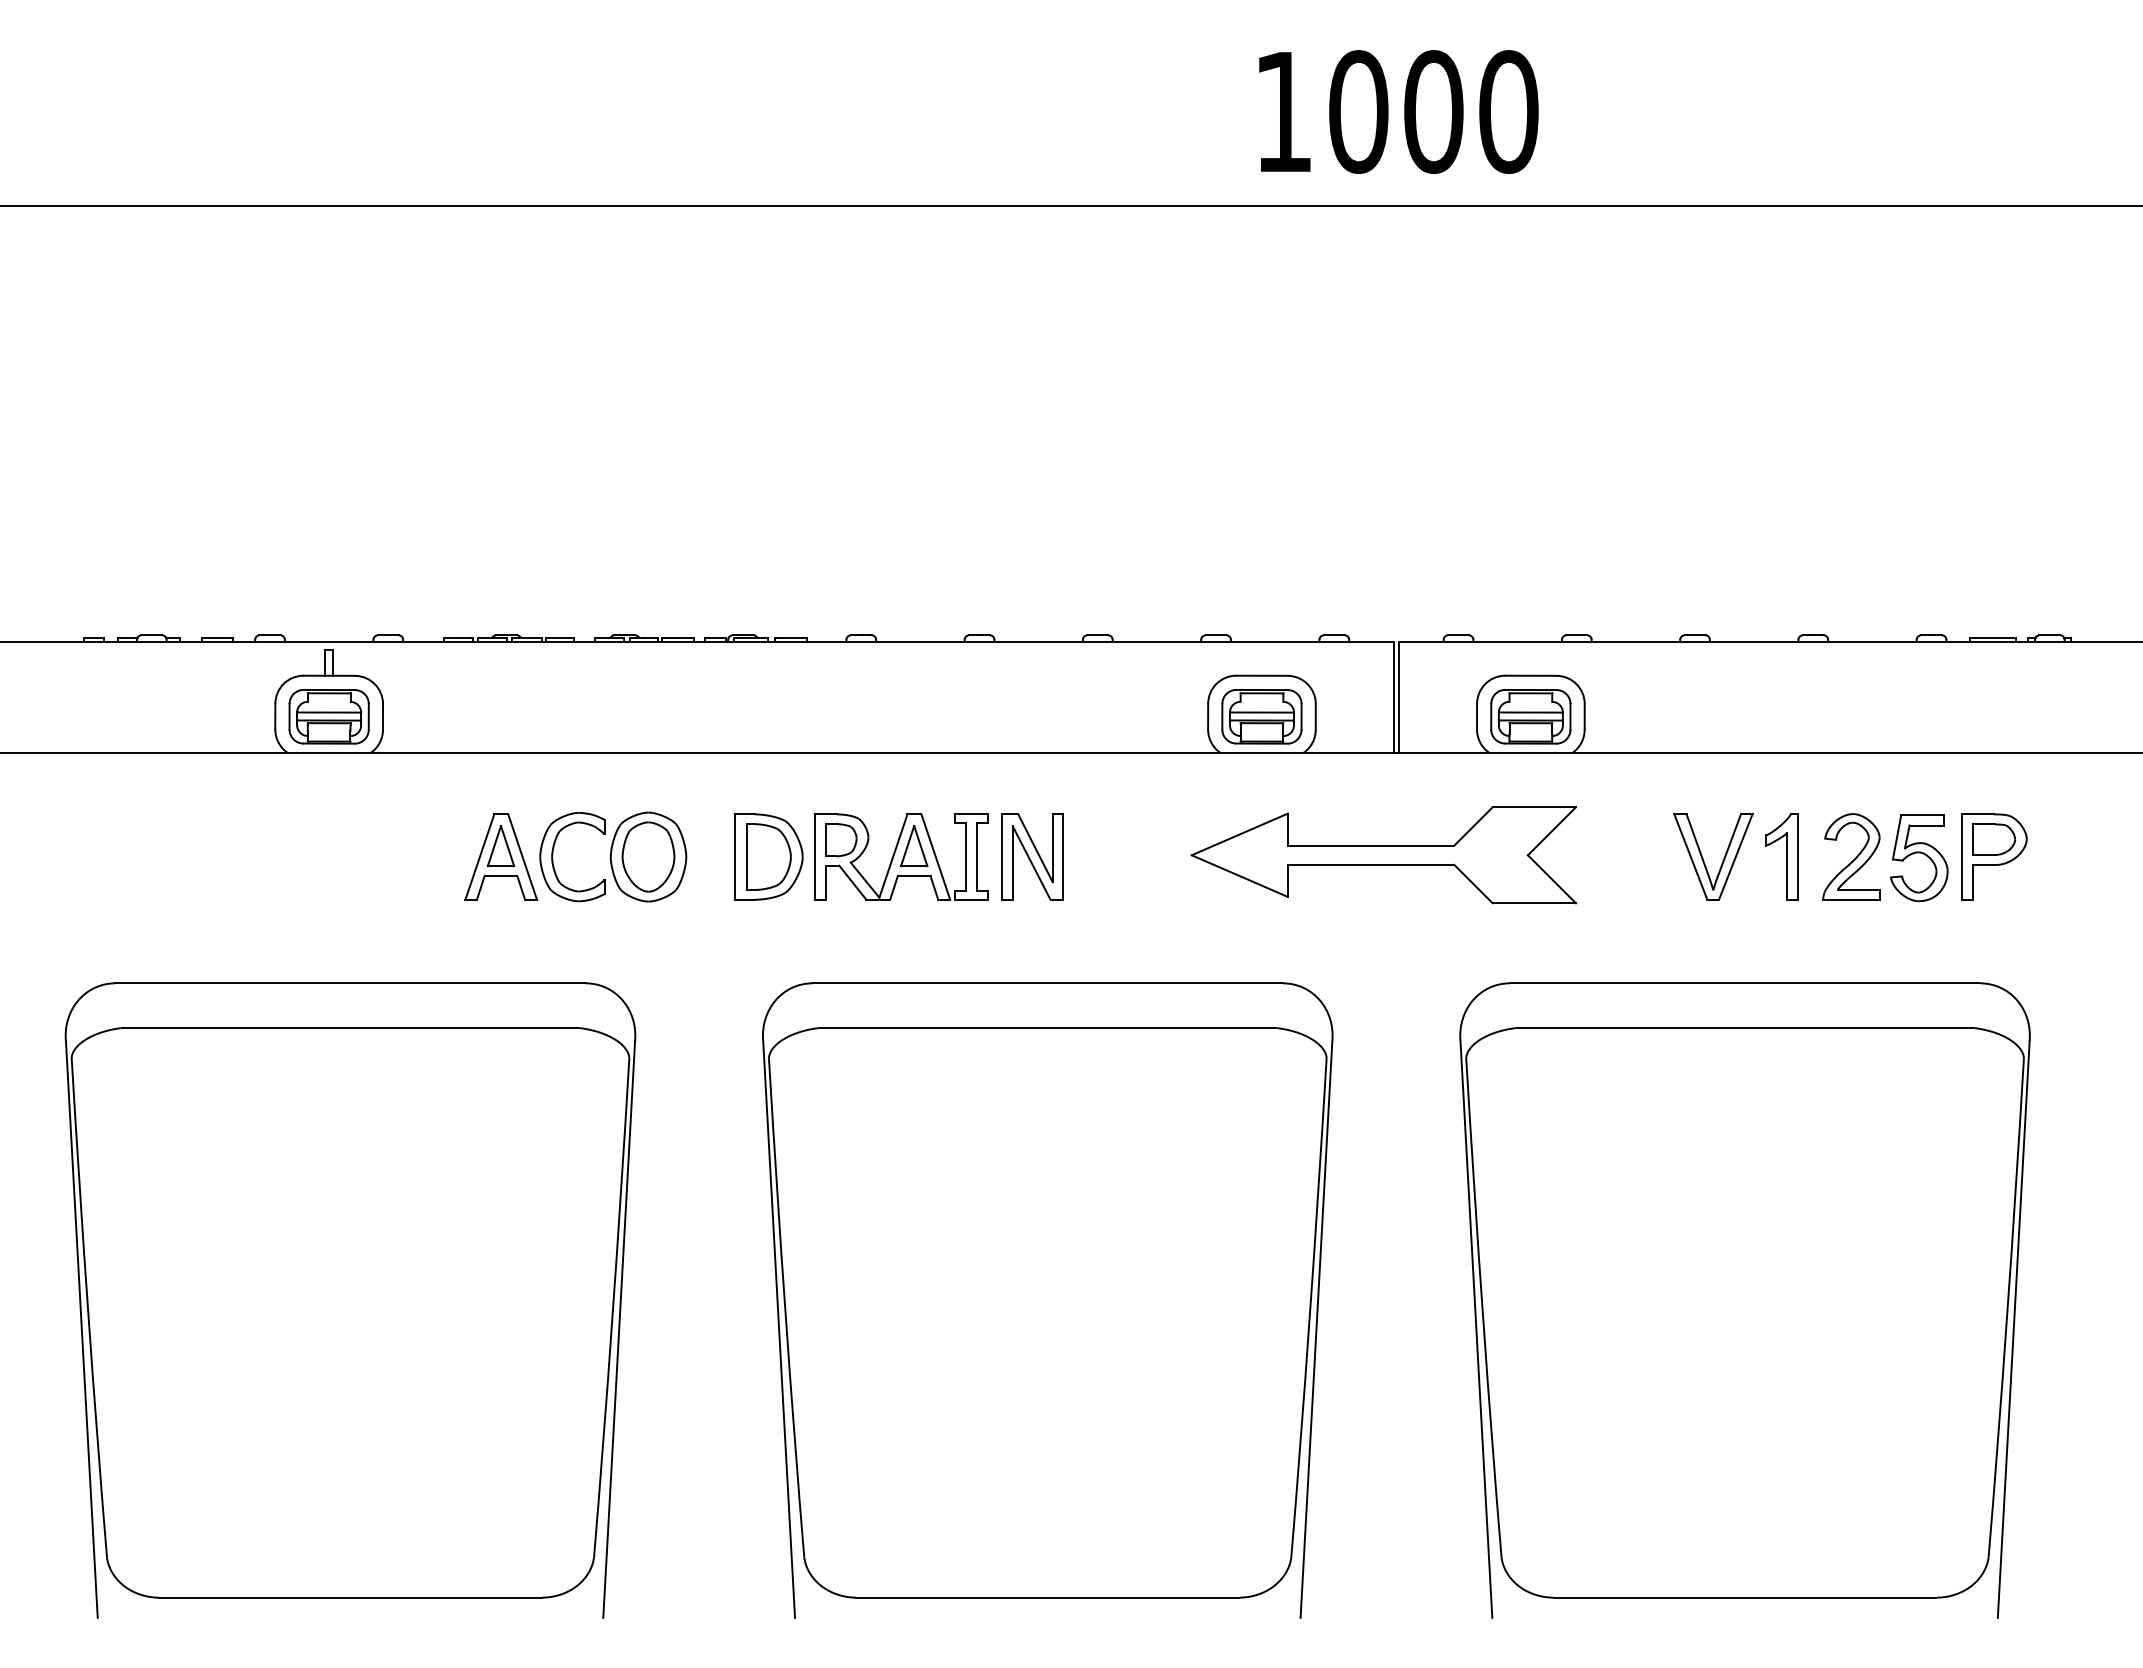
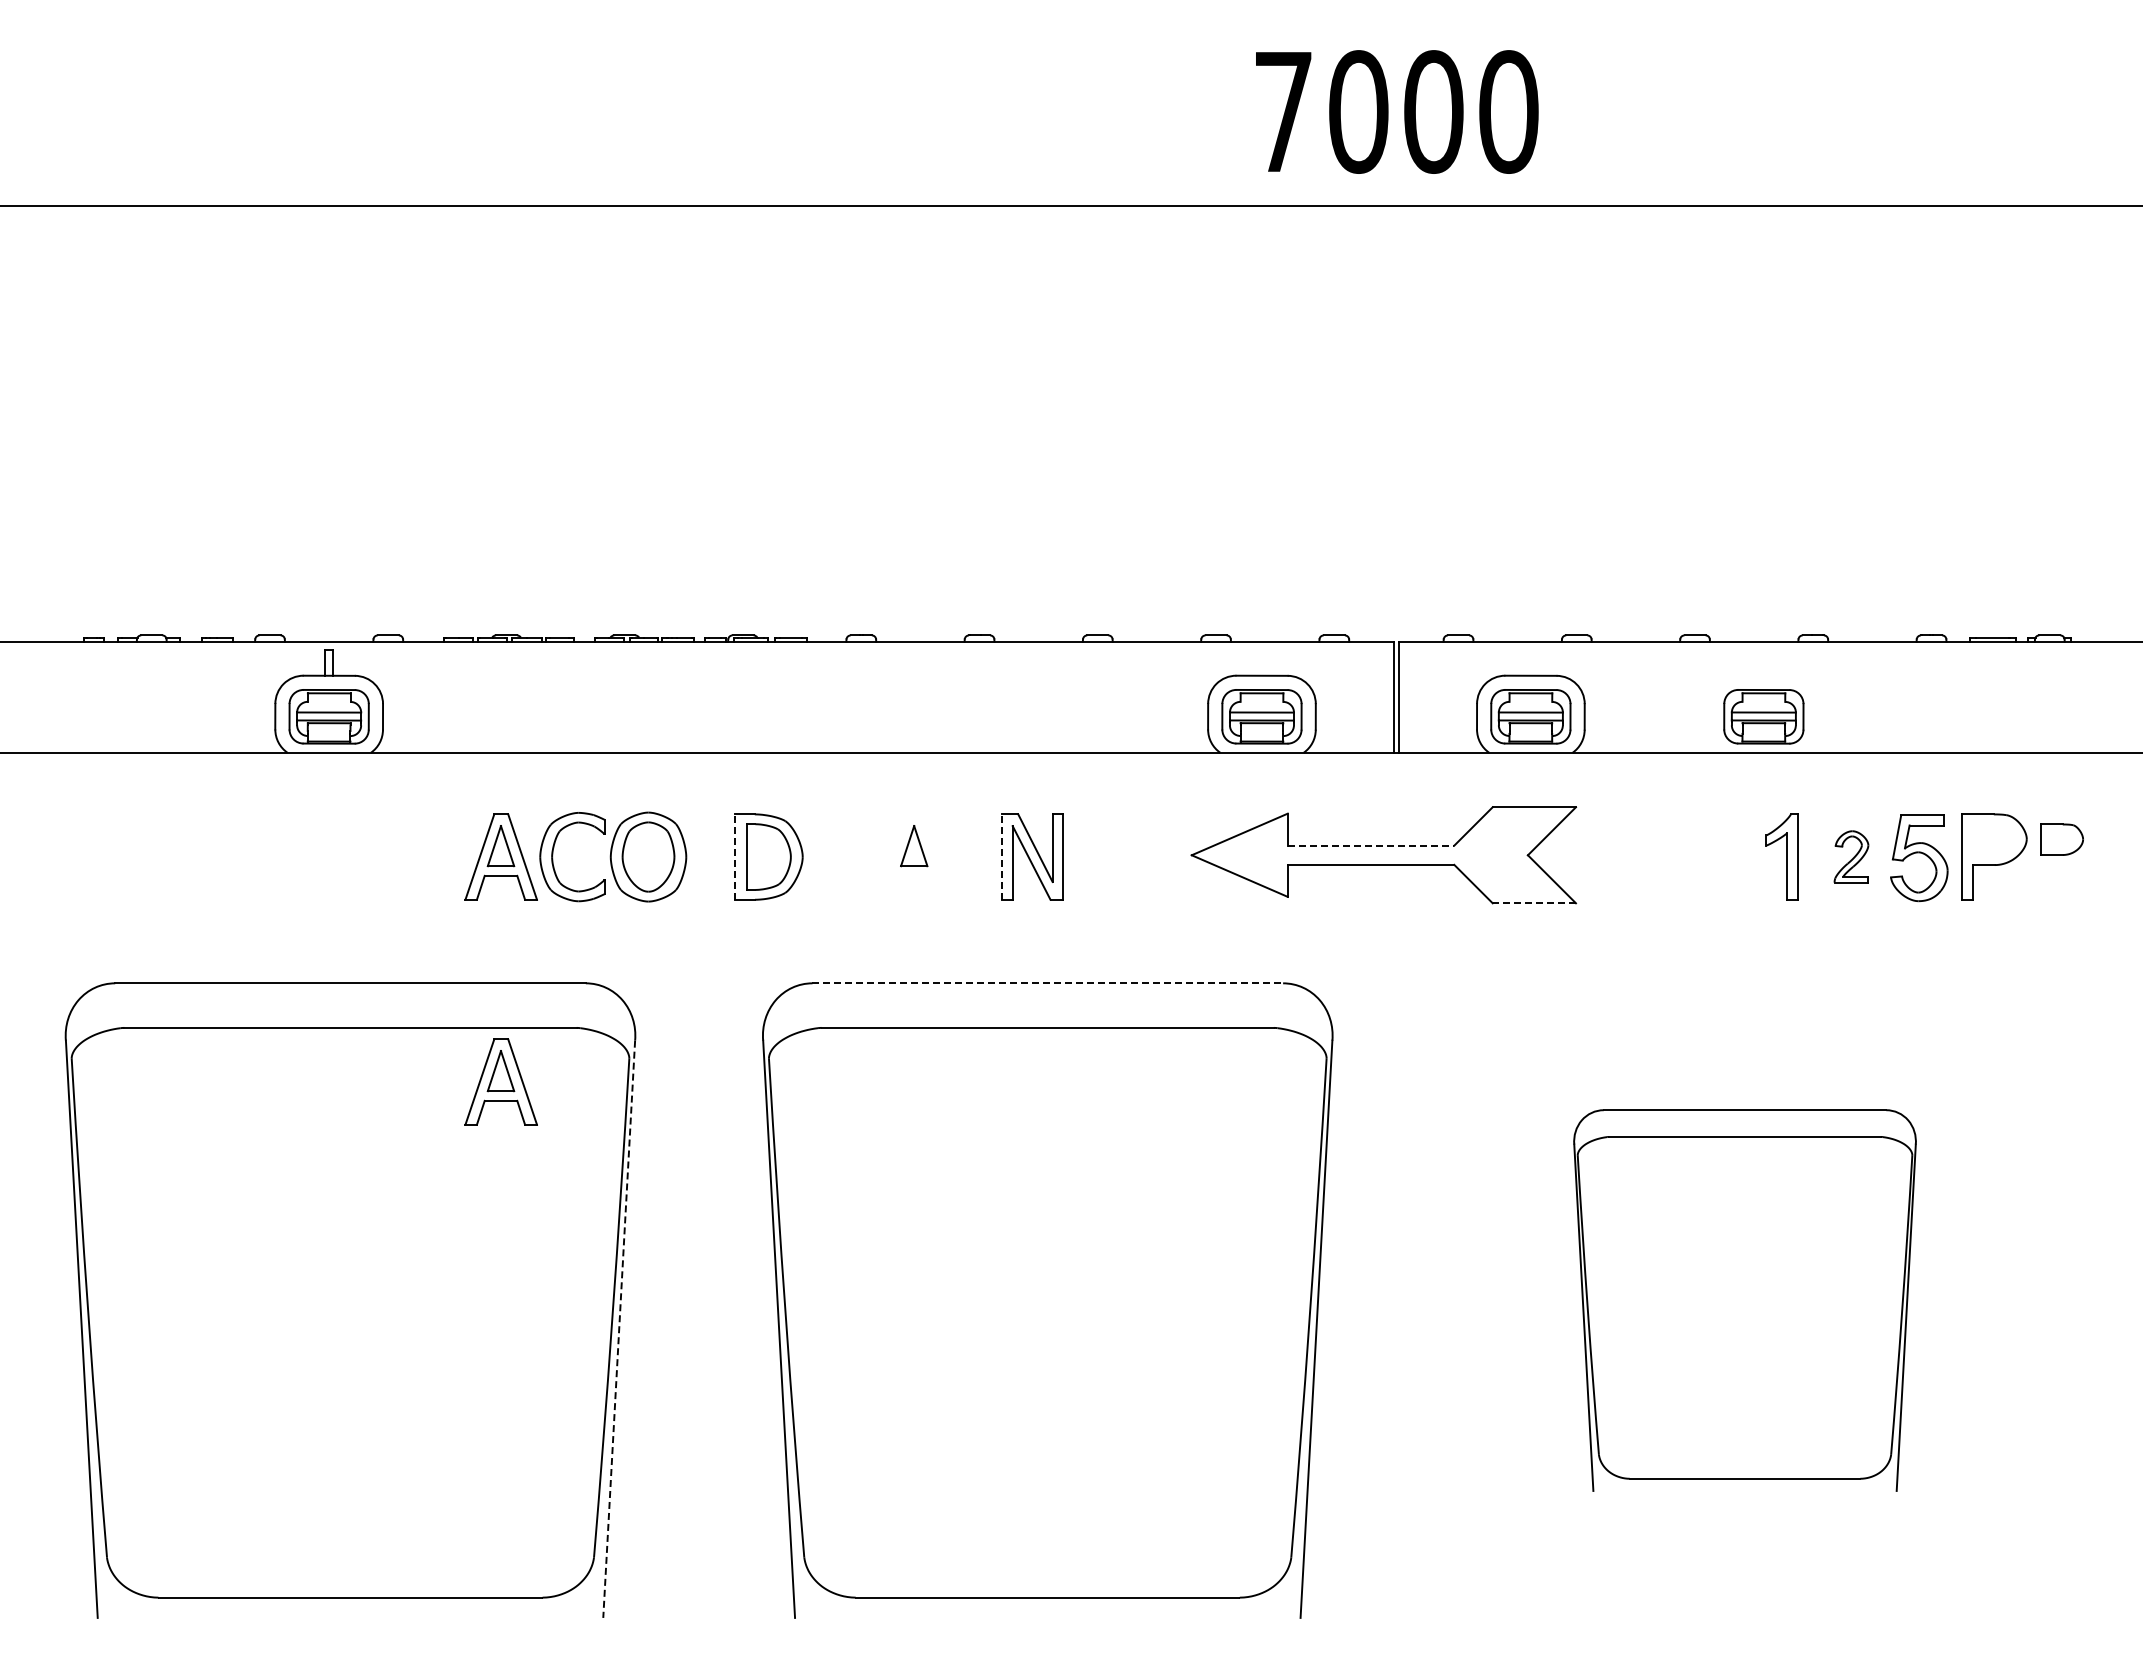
text at (1283, 111): 1000 -> 7000
part at (1763, 716): none -> present
part at (1993, 839) position: (1993, 839) -> (2061, 839)
line at (1371, 845): solid -> dashed
part at (901, 856): present -> none
part at (1851, 856) size: 59x88 px -> 37x54 px
line at (735, 857): solid -> dashed
line at (1002, 857): solid -> dashed
part at (1704, 860): present -> none
line at (1534, 903): solid -> dashed
line at (1048, 983): solid -> dashed
part at (500, 1081): none -> present
part at (1744, 1300) size: 572x637 px -> 344x383 px
line at (619, 1329): solid -> dashed
